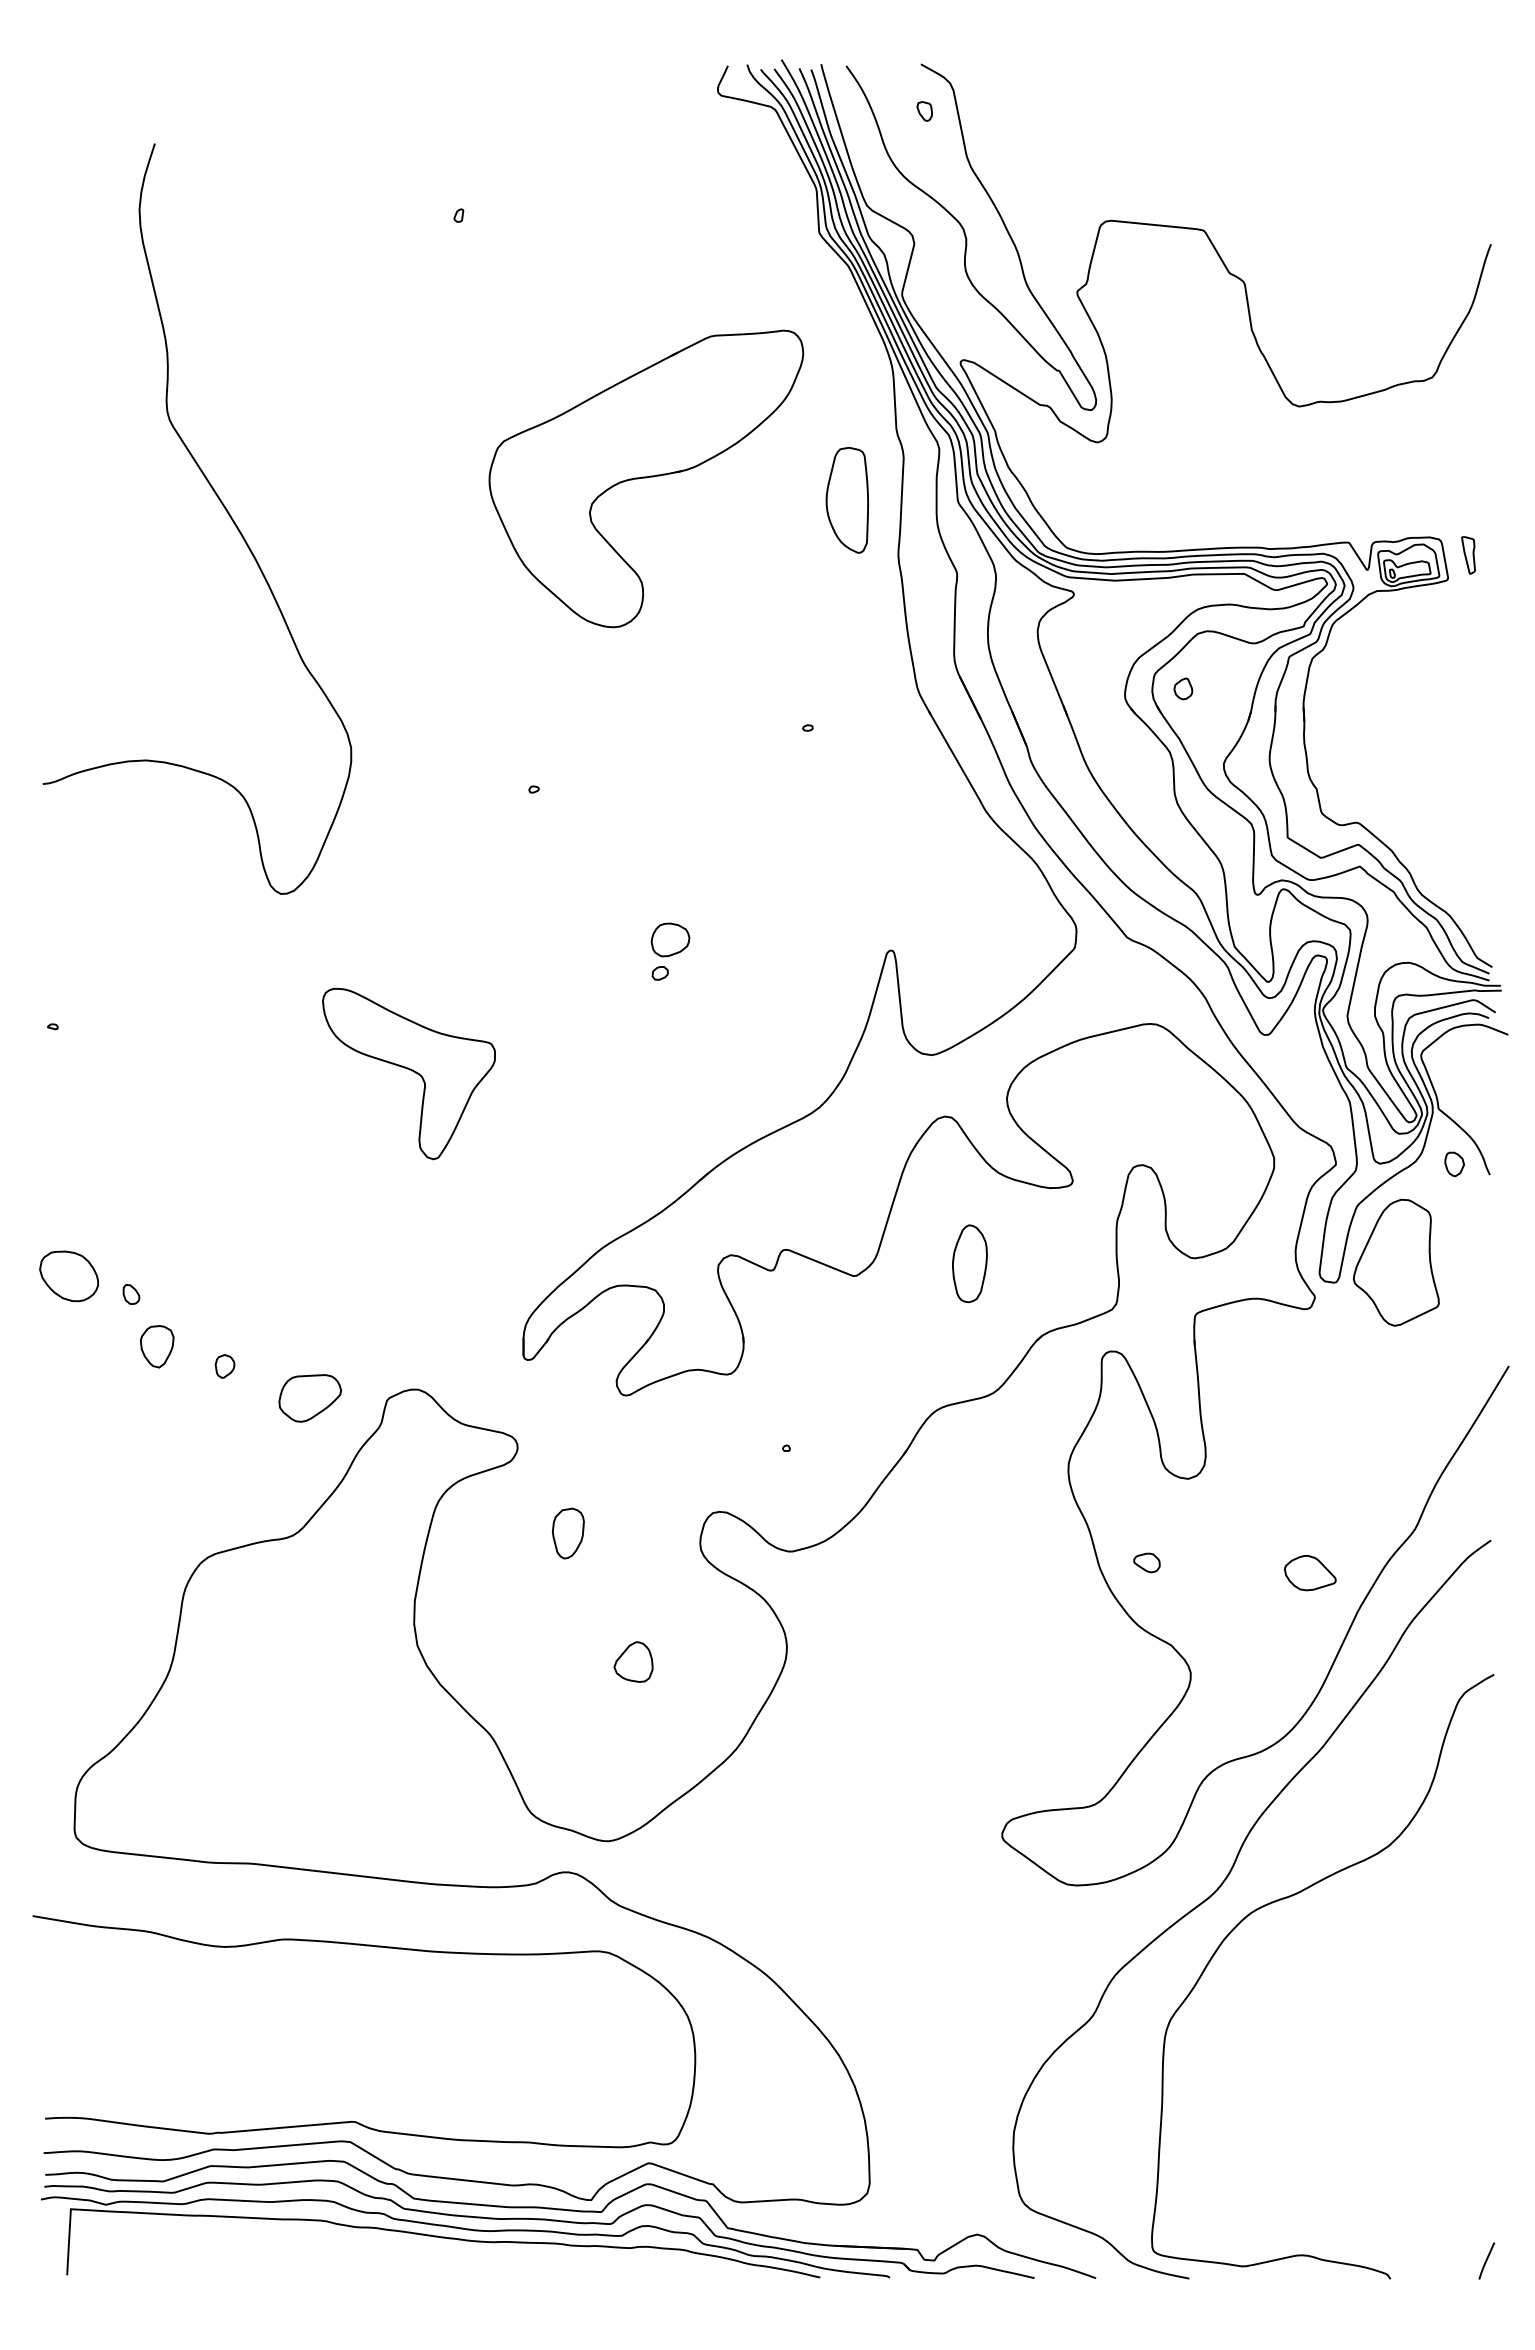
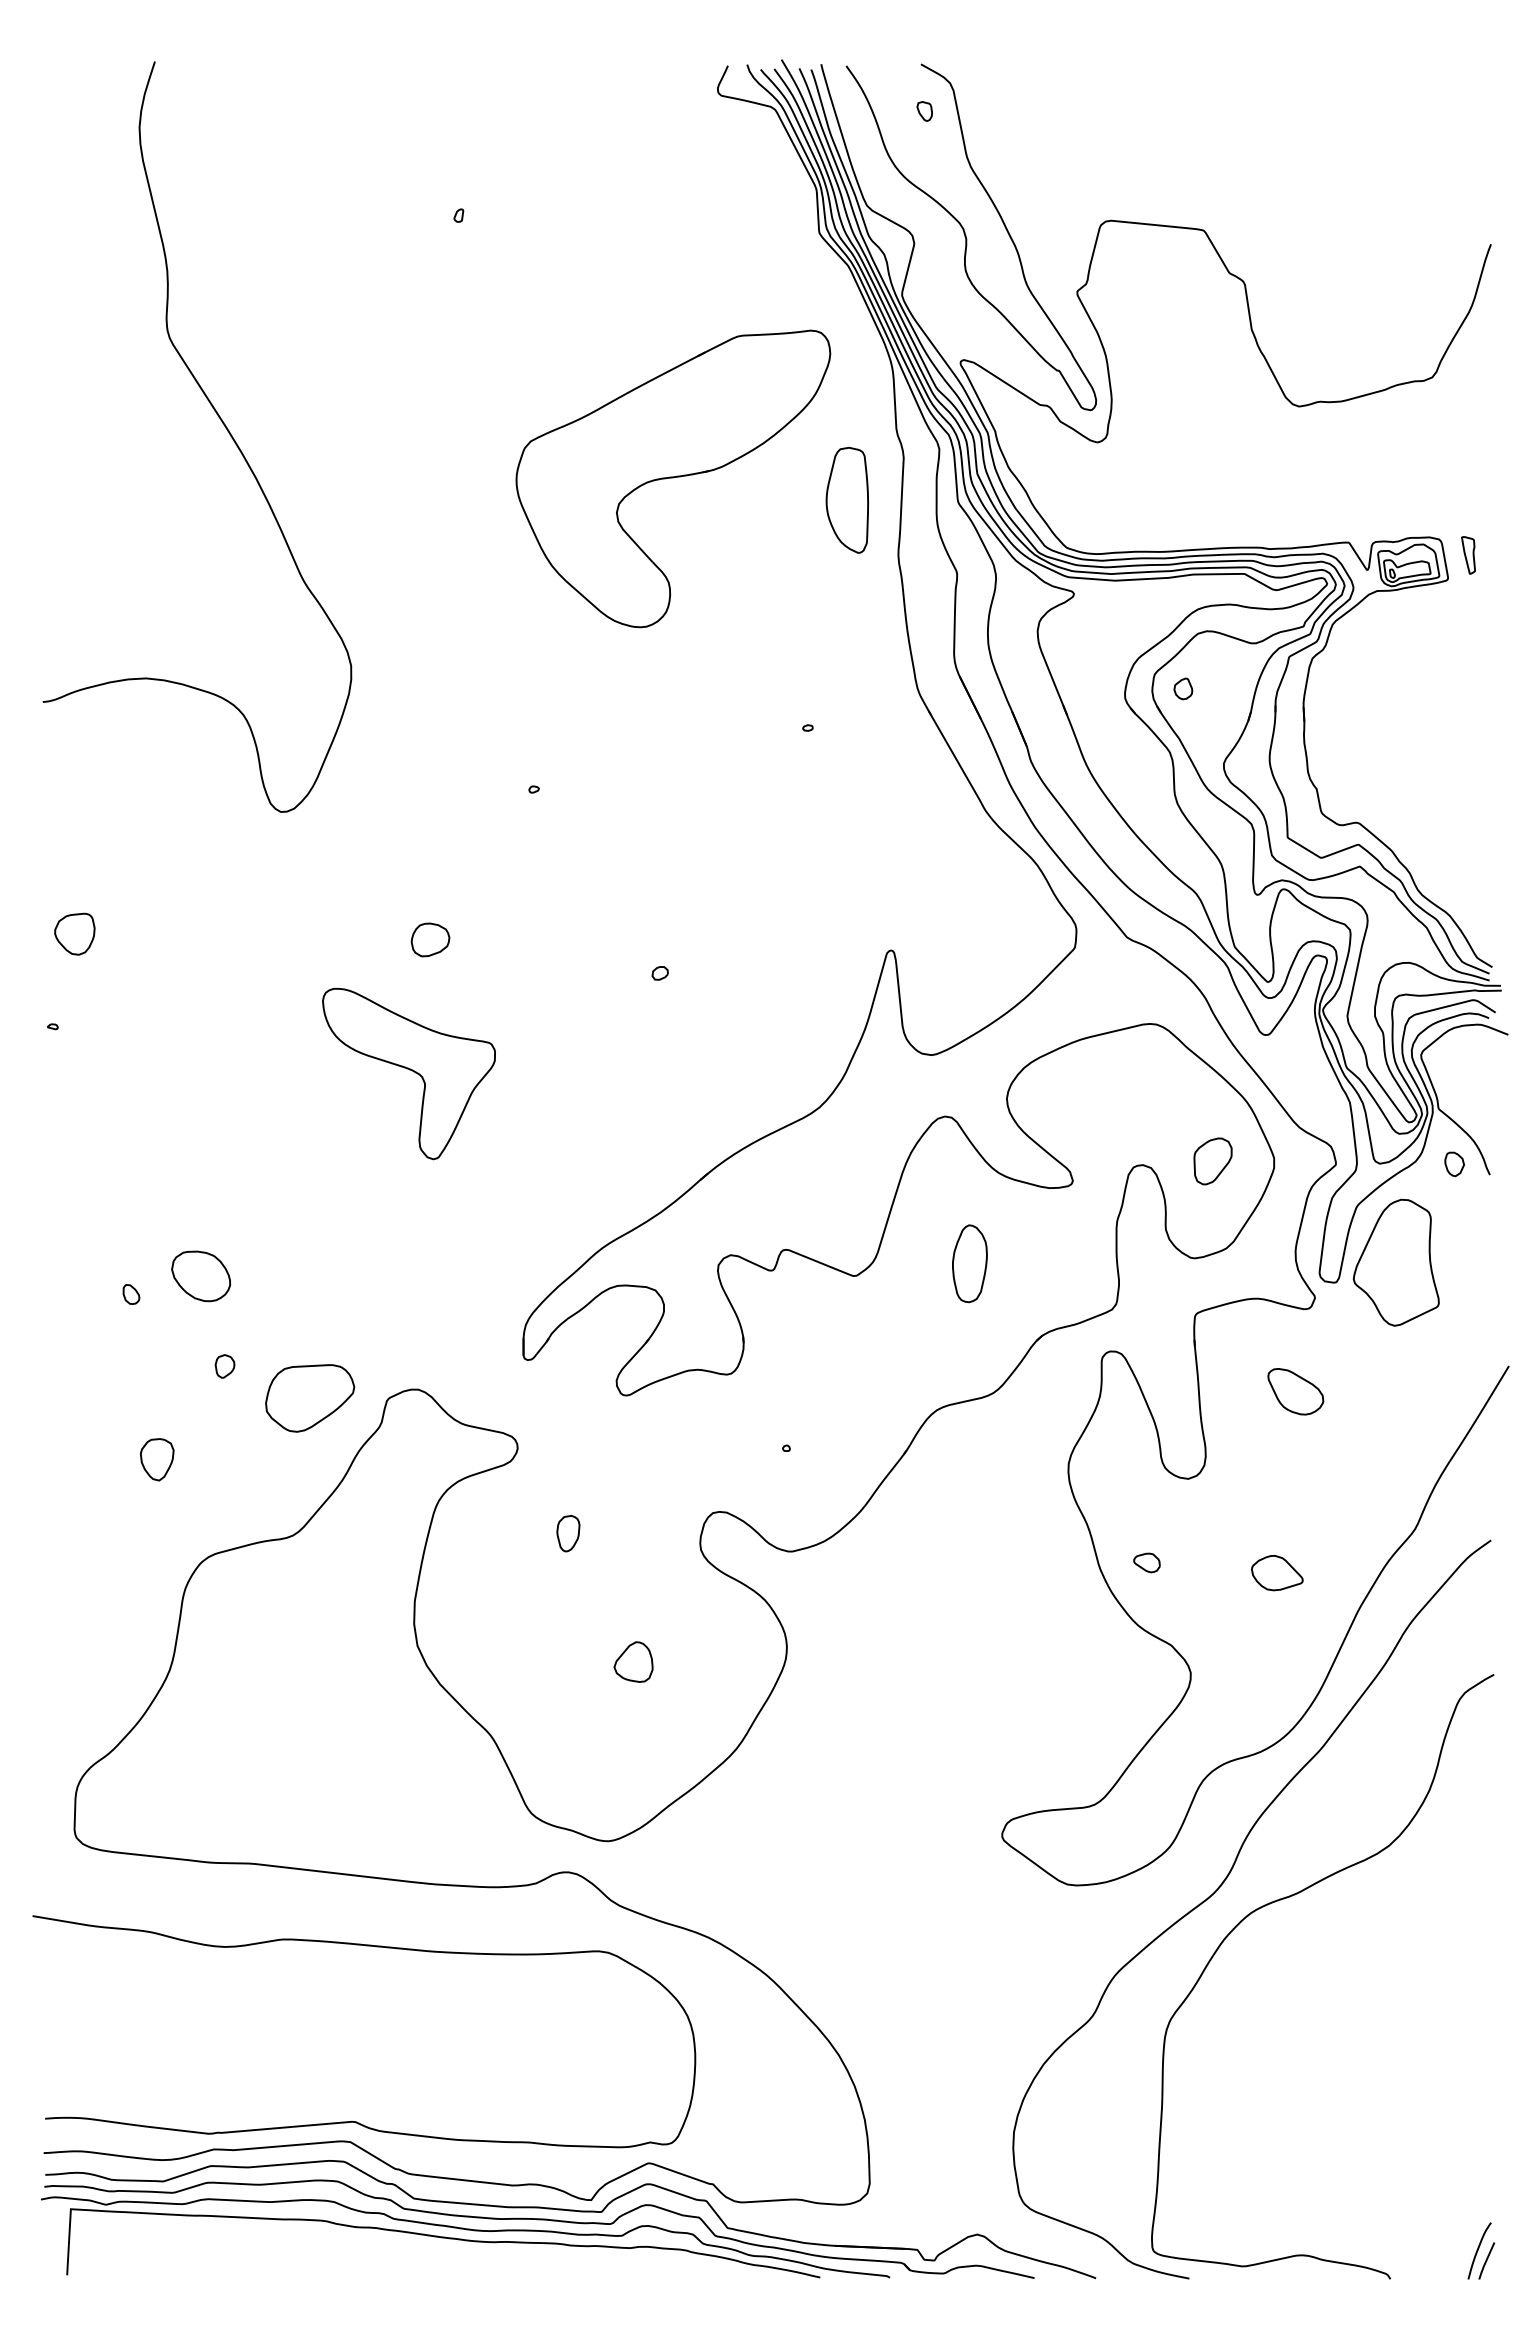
part at (646, 478) position: (646, 478) -> (673, 478)
curve at (220, 502) position: (220, 502) -> (220, 420)
part at (74, 933): none -> present
part at (670, 939) position: (670, 939) -> (430, 939)
part at (1212, 1161): none -> present
part at (68, 1276) position: (68, 1276) -> (200, 1276)
part at (157, 1346) position: (157, 1346) -> (157, 1459)
part at (1295, 1391): none -> present
part at (309, 1398) size: 64x49 px -> 91x69 px
part at (567, 1533) size: 34x53 px -> 25x38 px
part at (1310, 1573) position: (1310, 1573) -> (1277, 1573)
curve at (1478, 2250): none -> present
